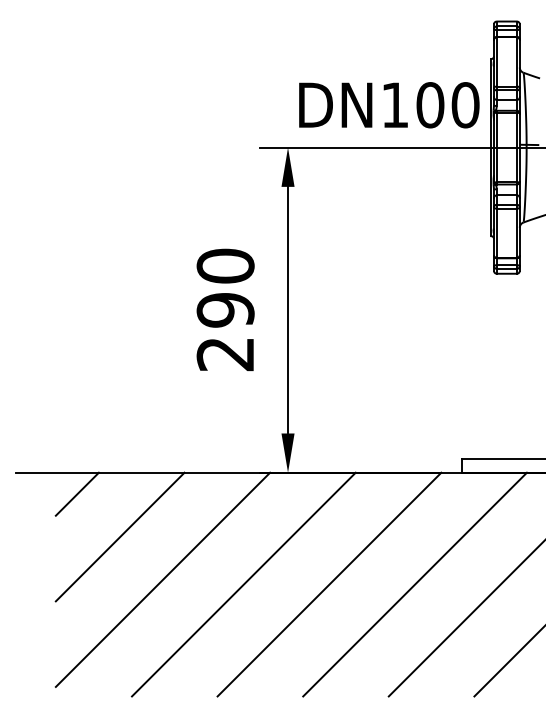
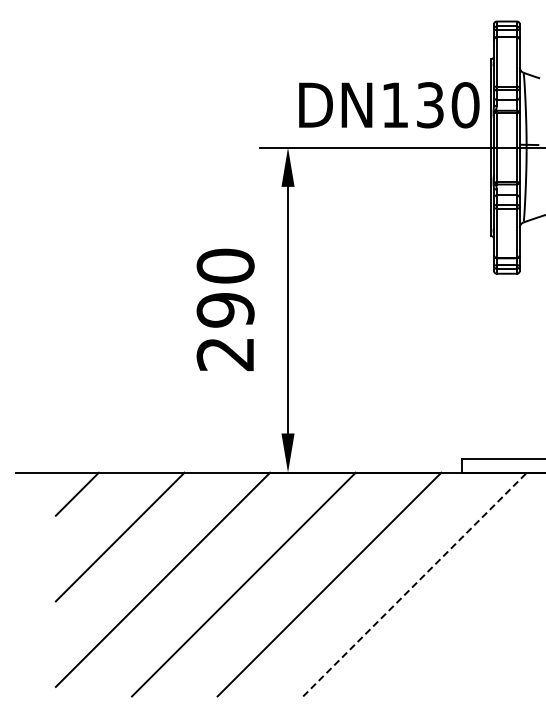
text at (430, 105): DN100 -> DN130
line at (415, 584): solid -> dashed
line at (465, 619): present -> none
line at (508, 662): present -> none
